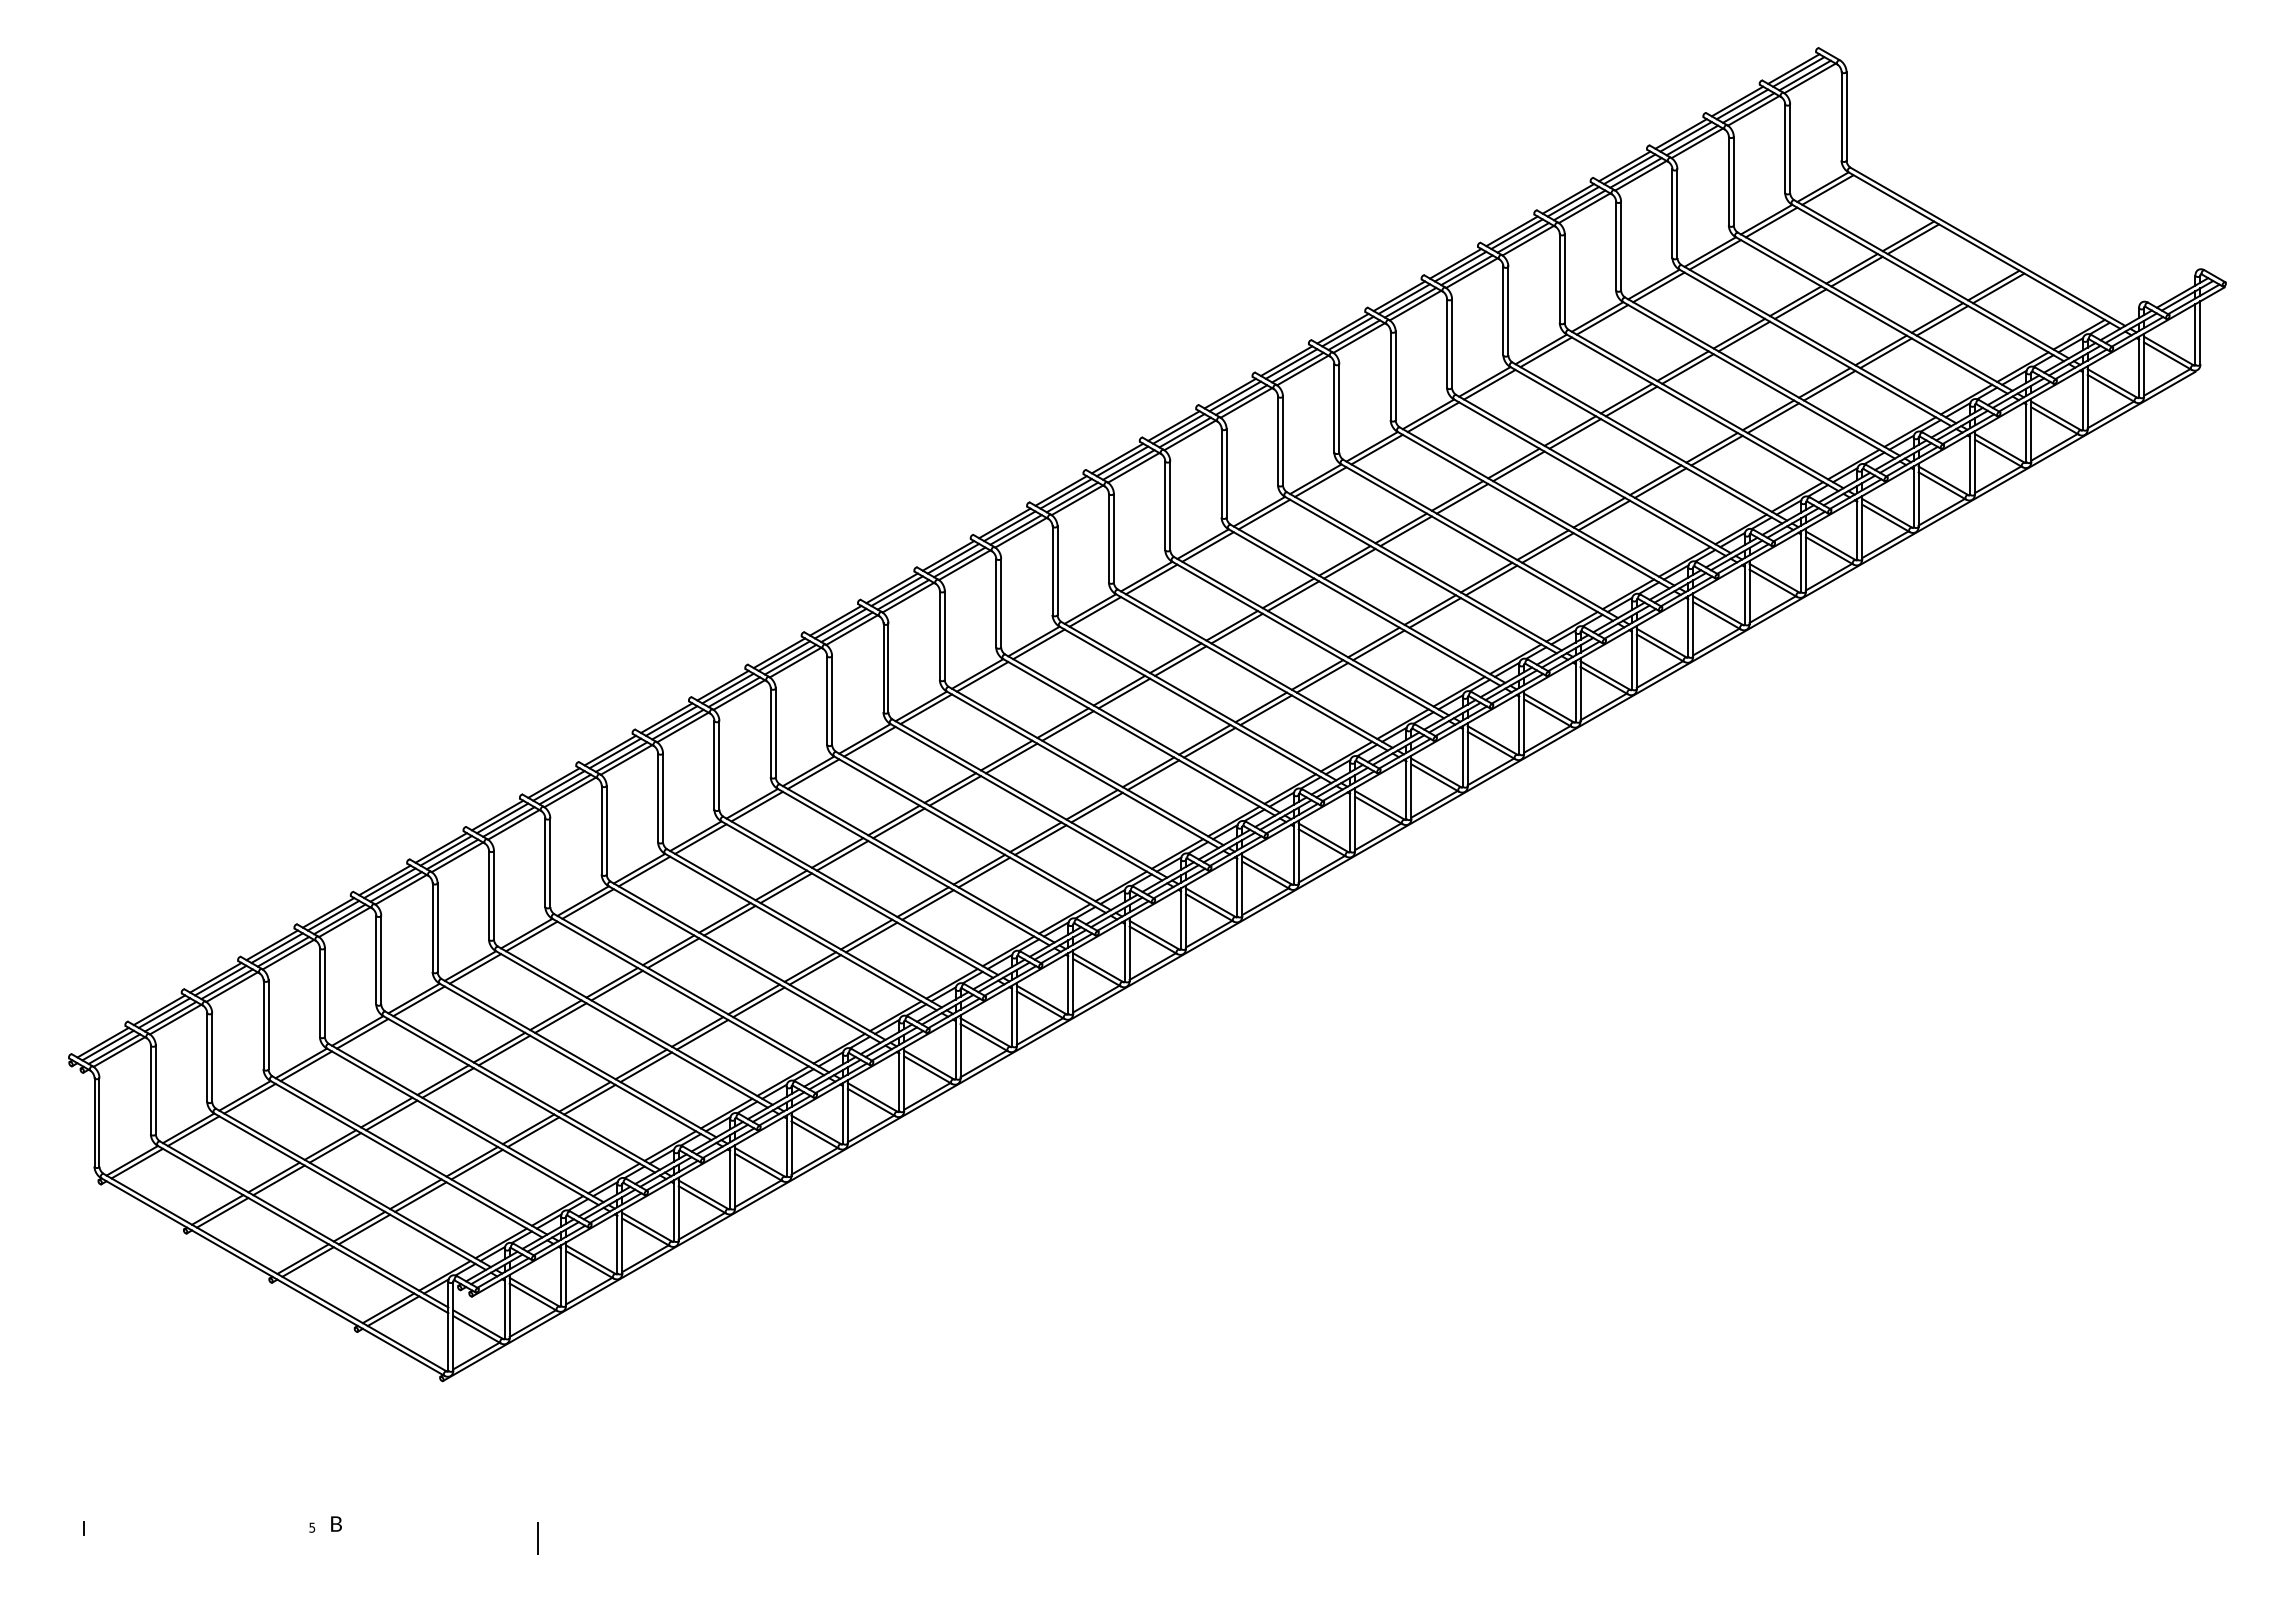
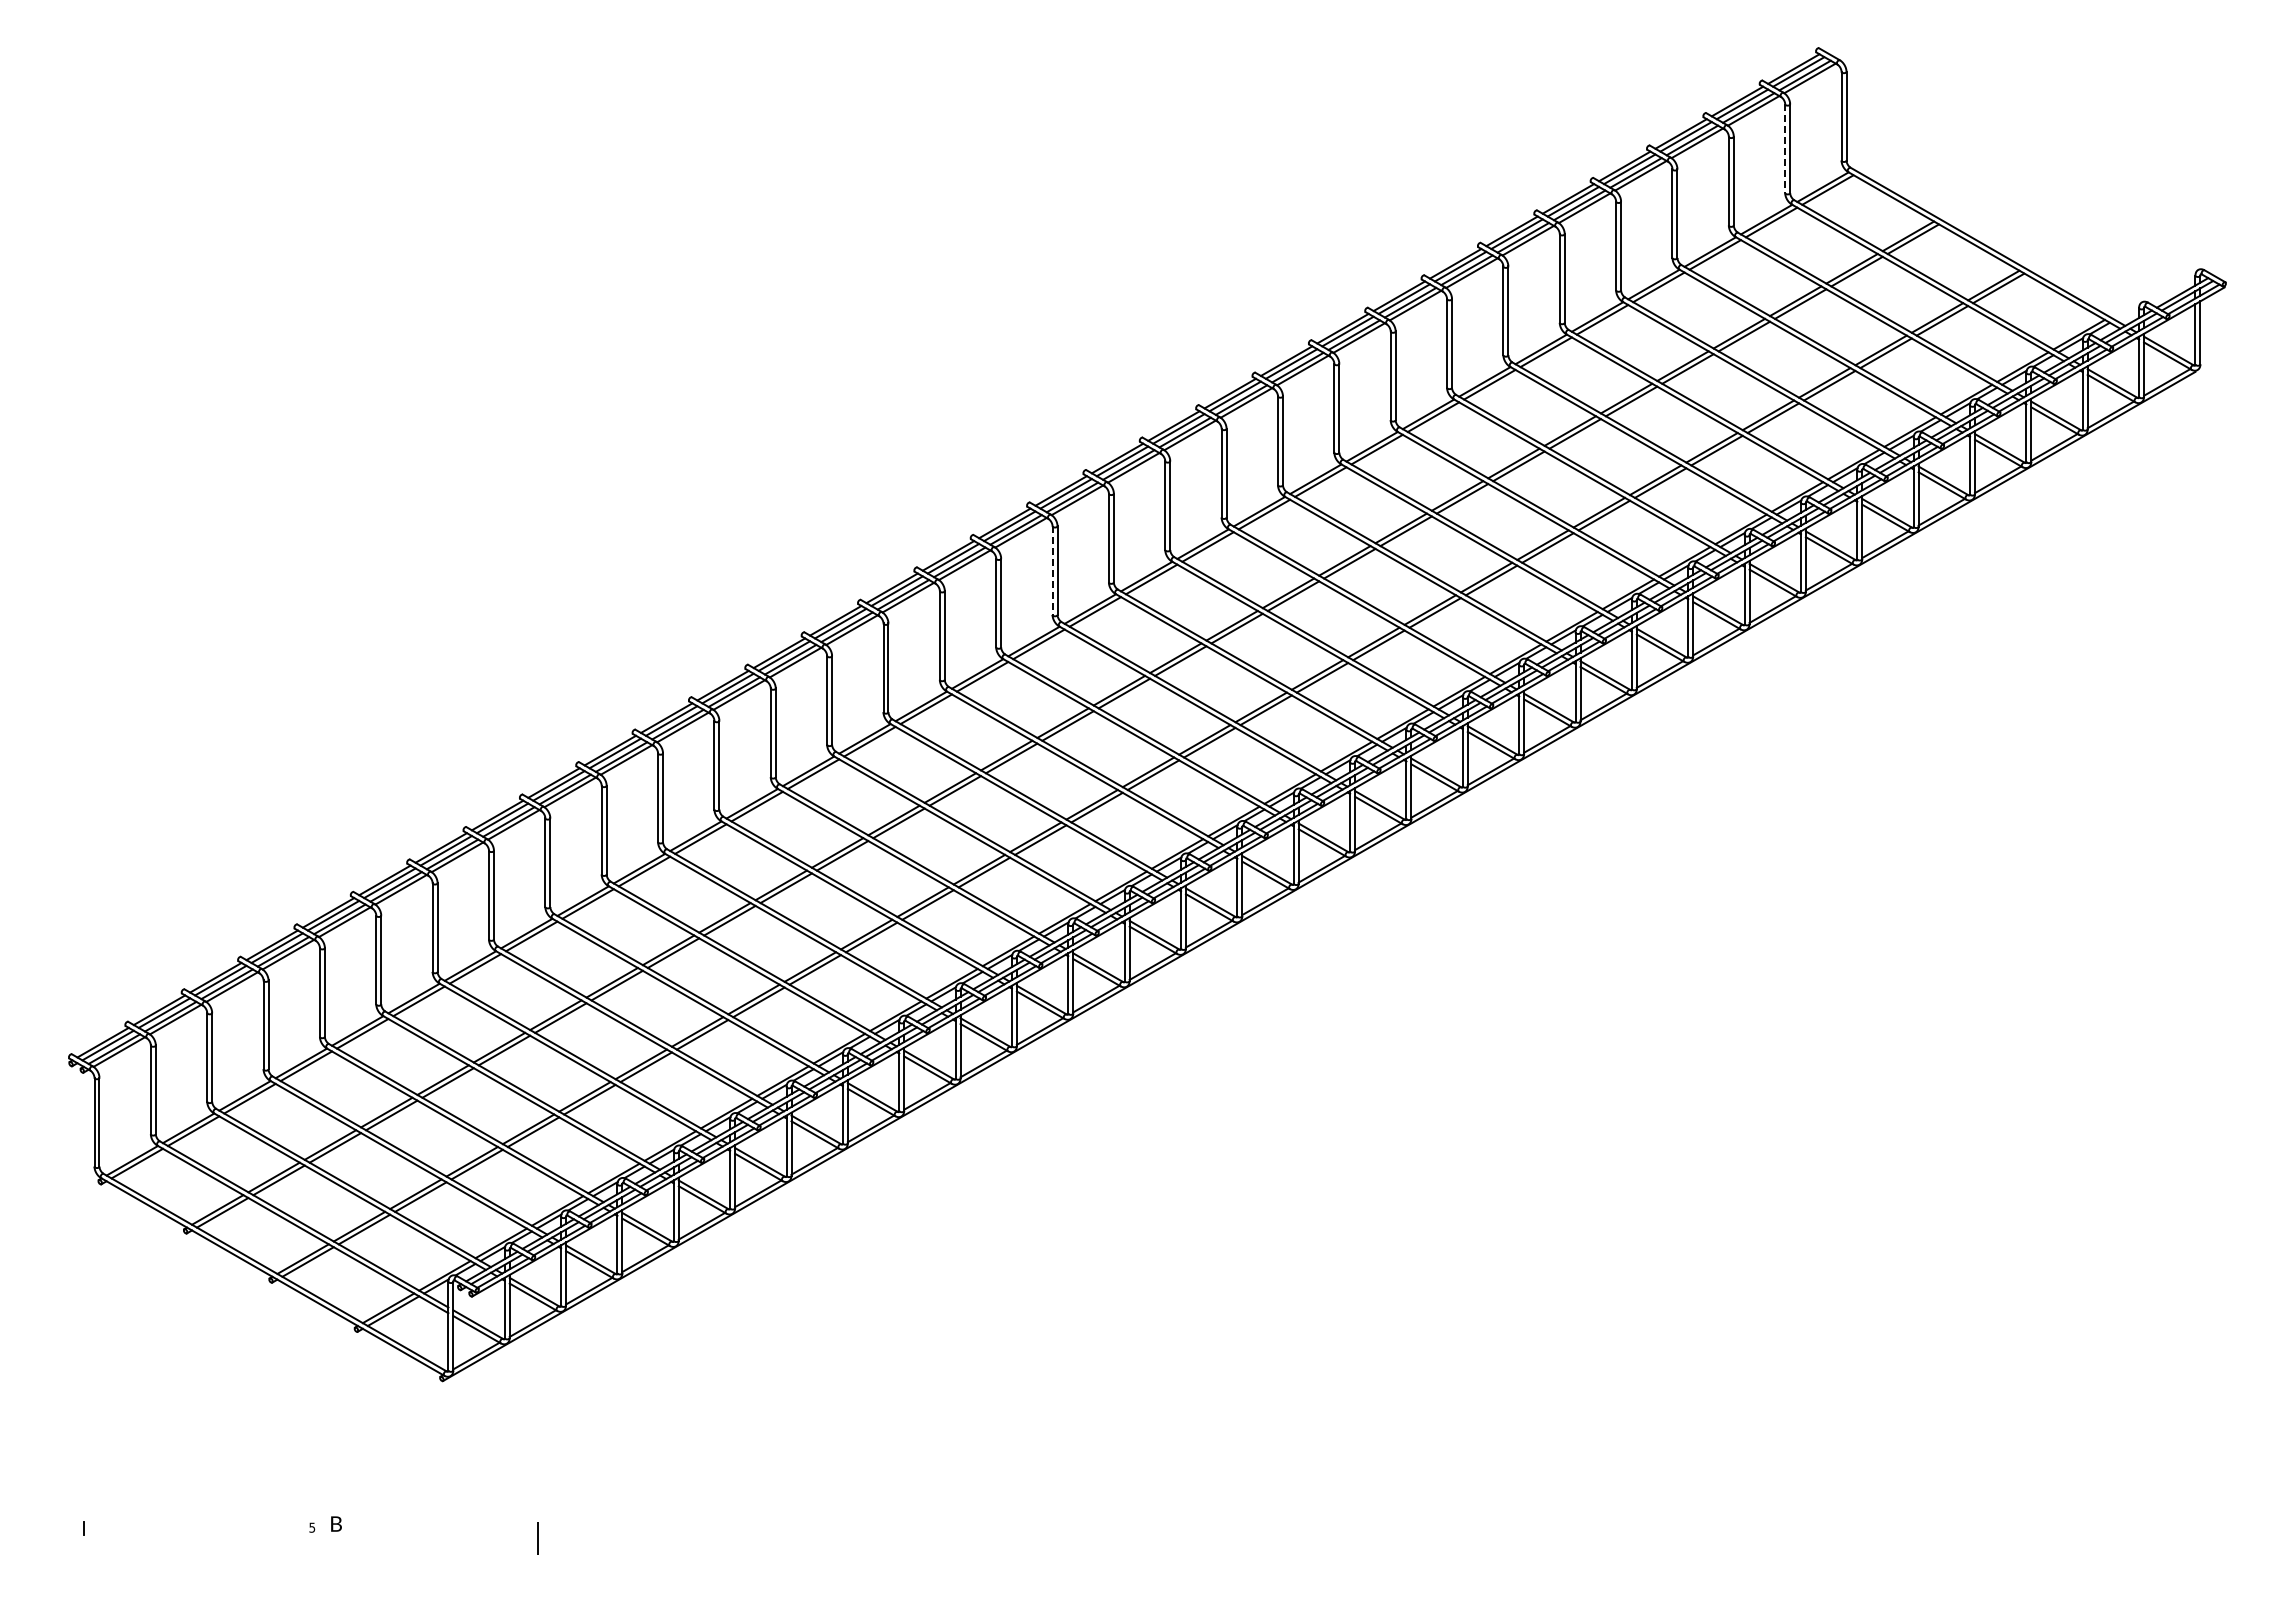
line at (1785, 149): solid -> dashed
line at (1052, 571): solid -> dashed
